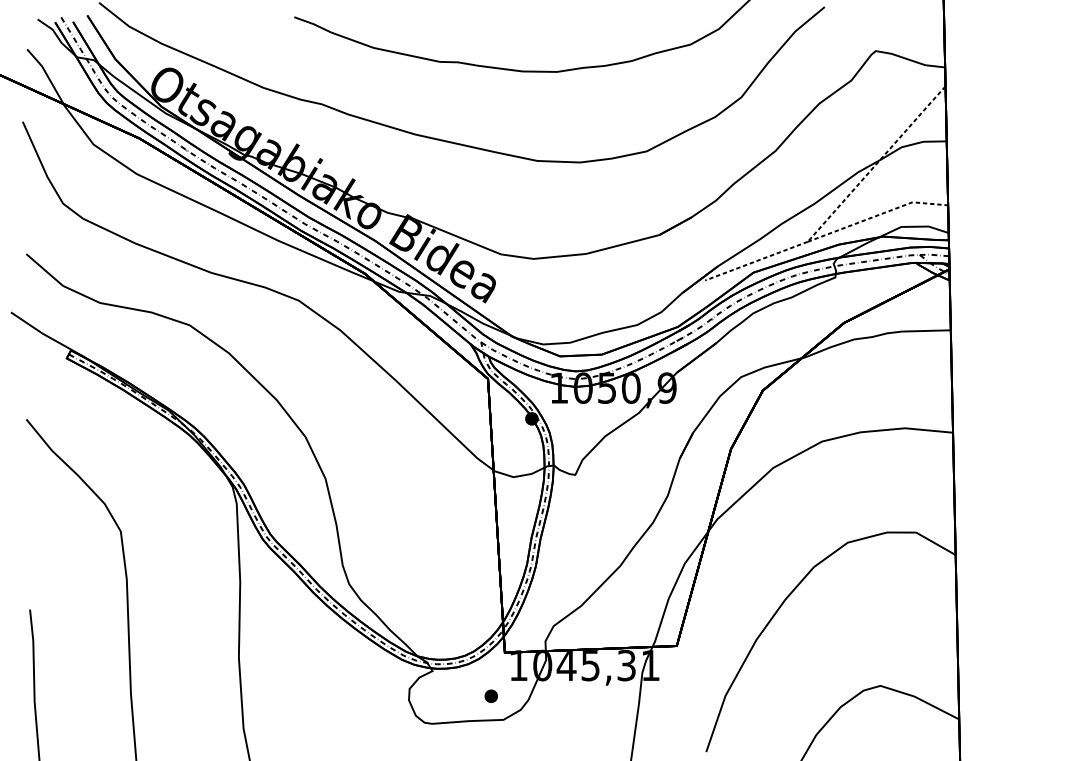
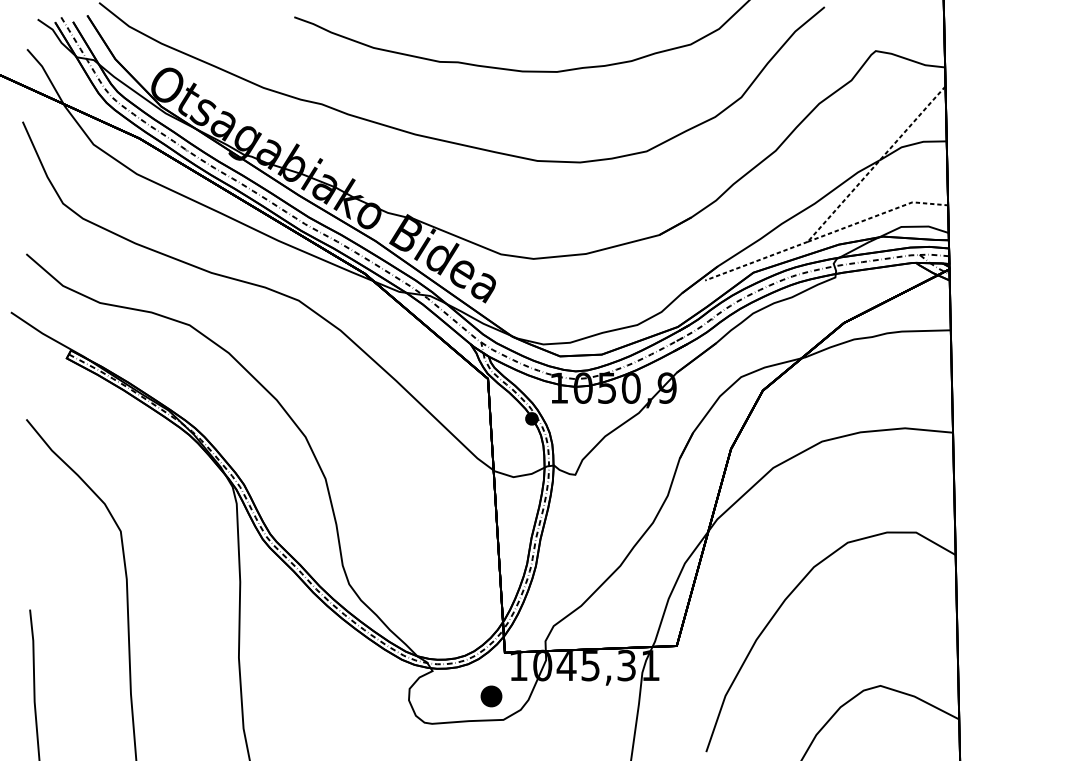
part at (490, 695) size: 14x14 px -> 23x23 px
